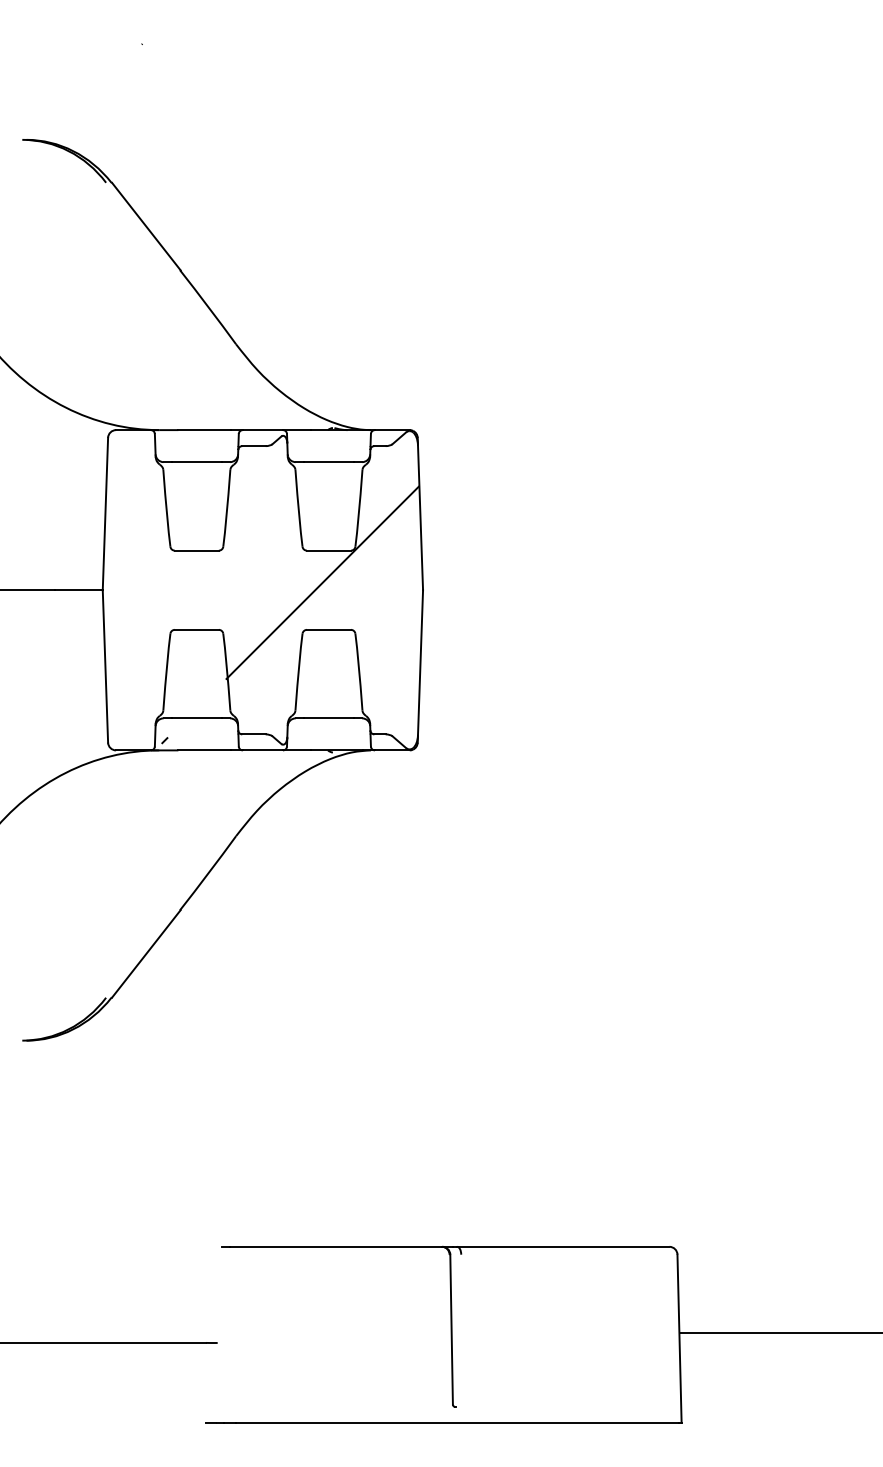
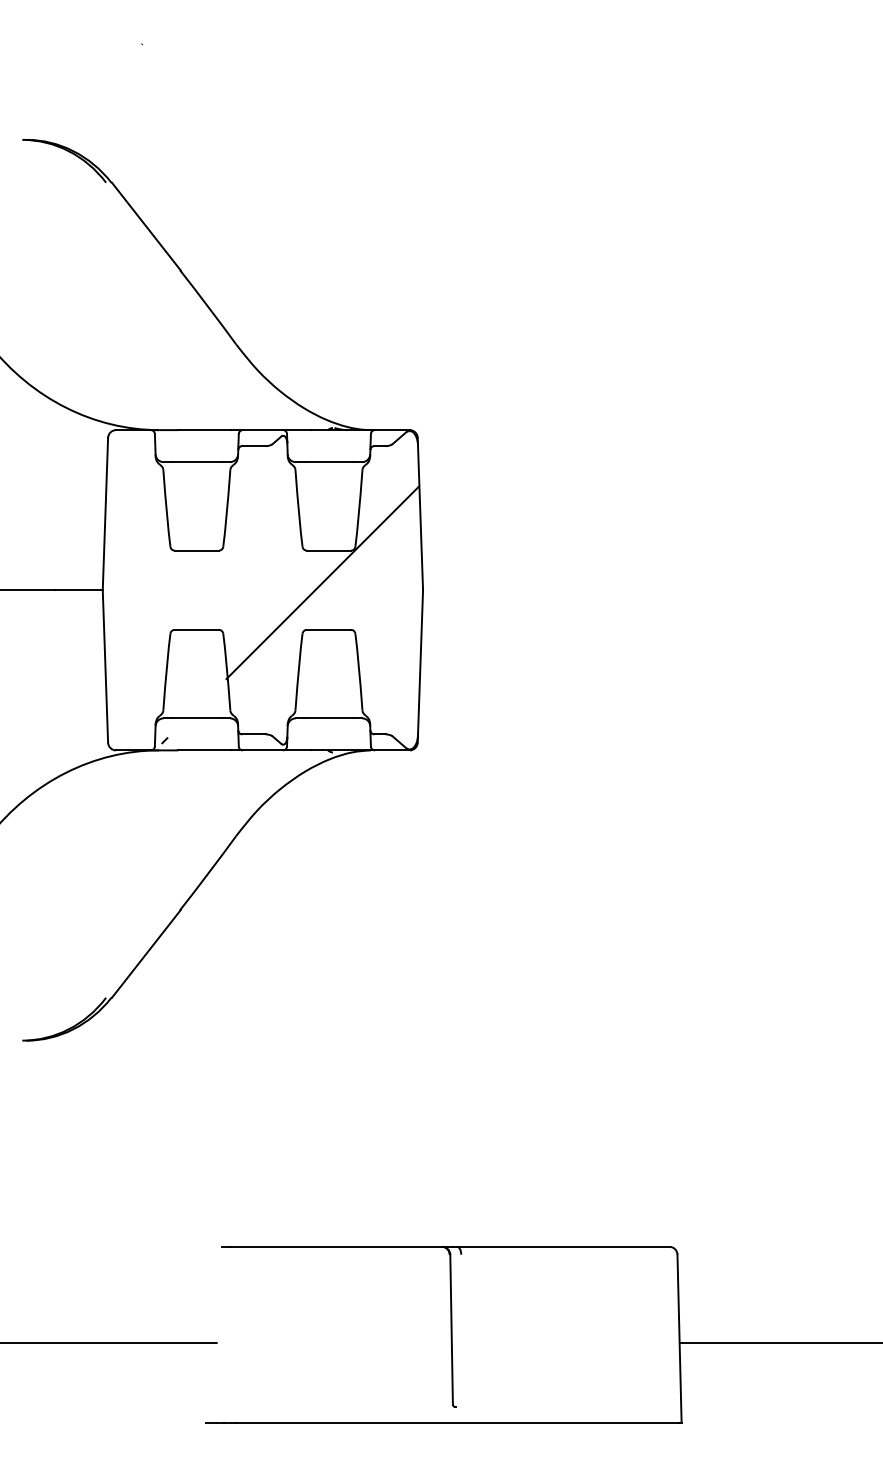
line at (779, 1332) position: (779, 1332) -> (779, 1342)
